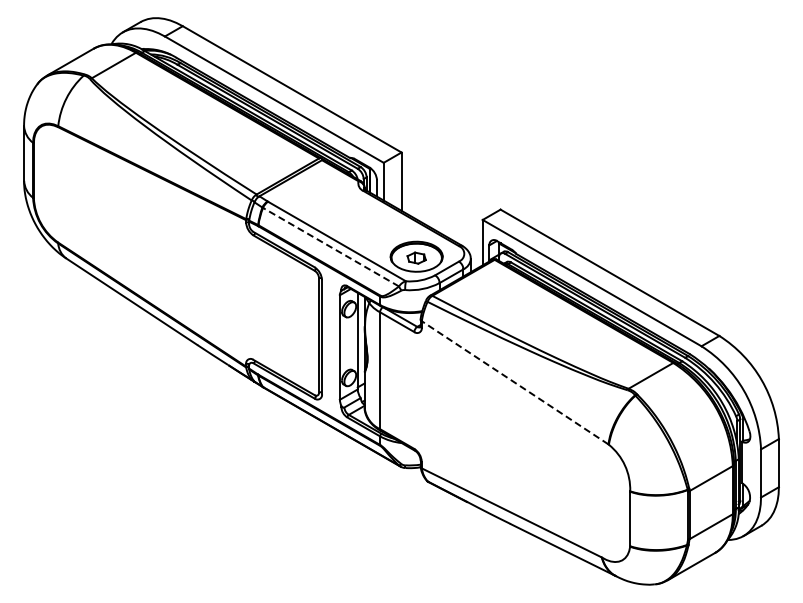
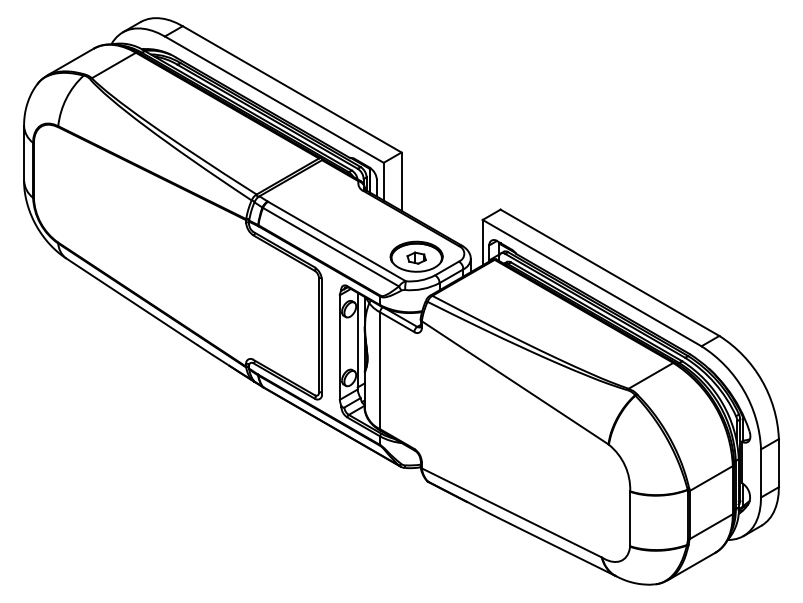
line at (331, 247): dashed -> solid
line at (515, 382): dashed -> solid
